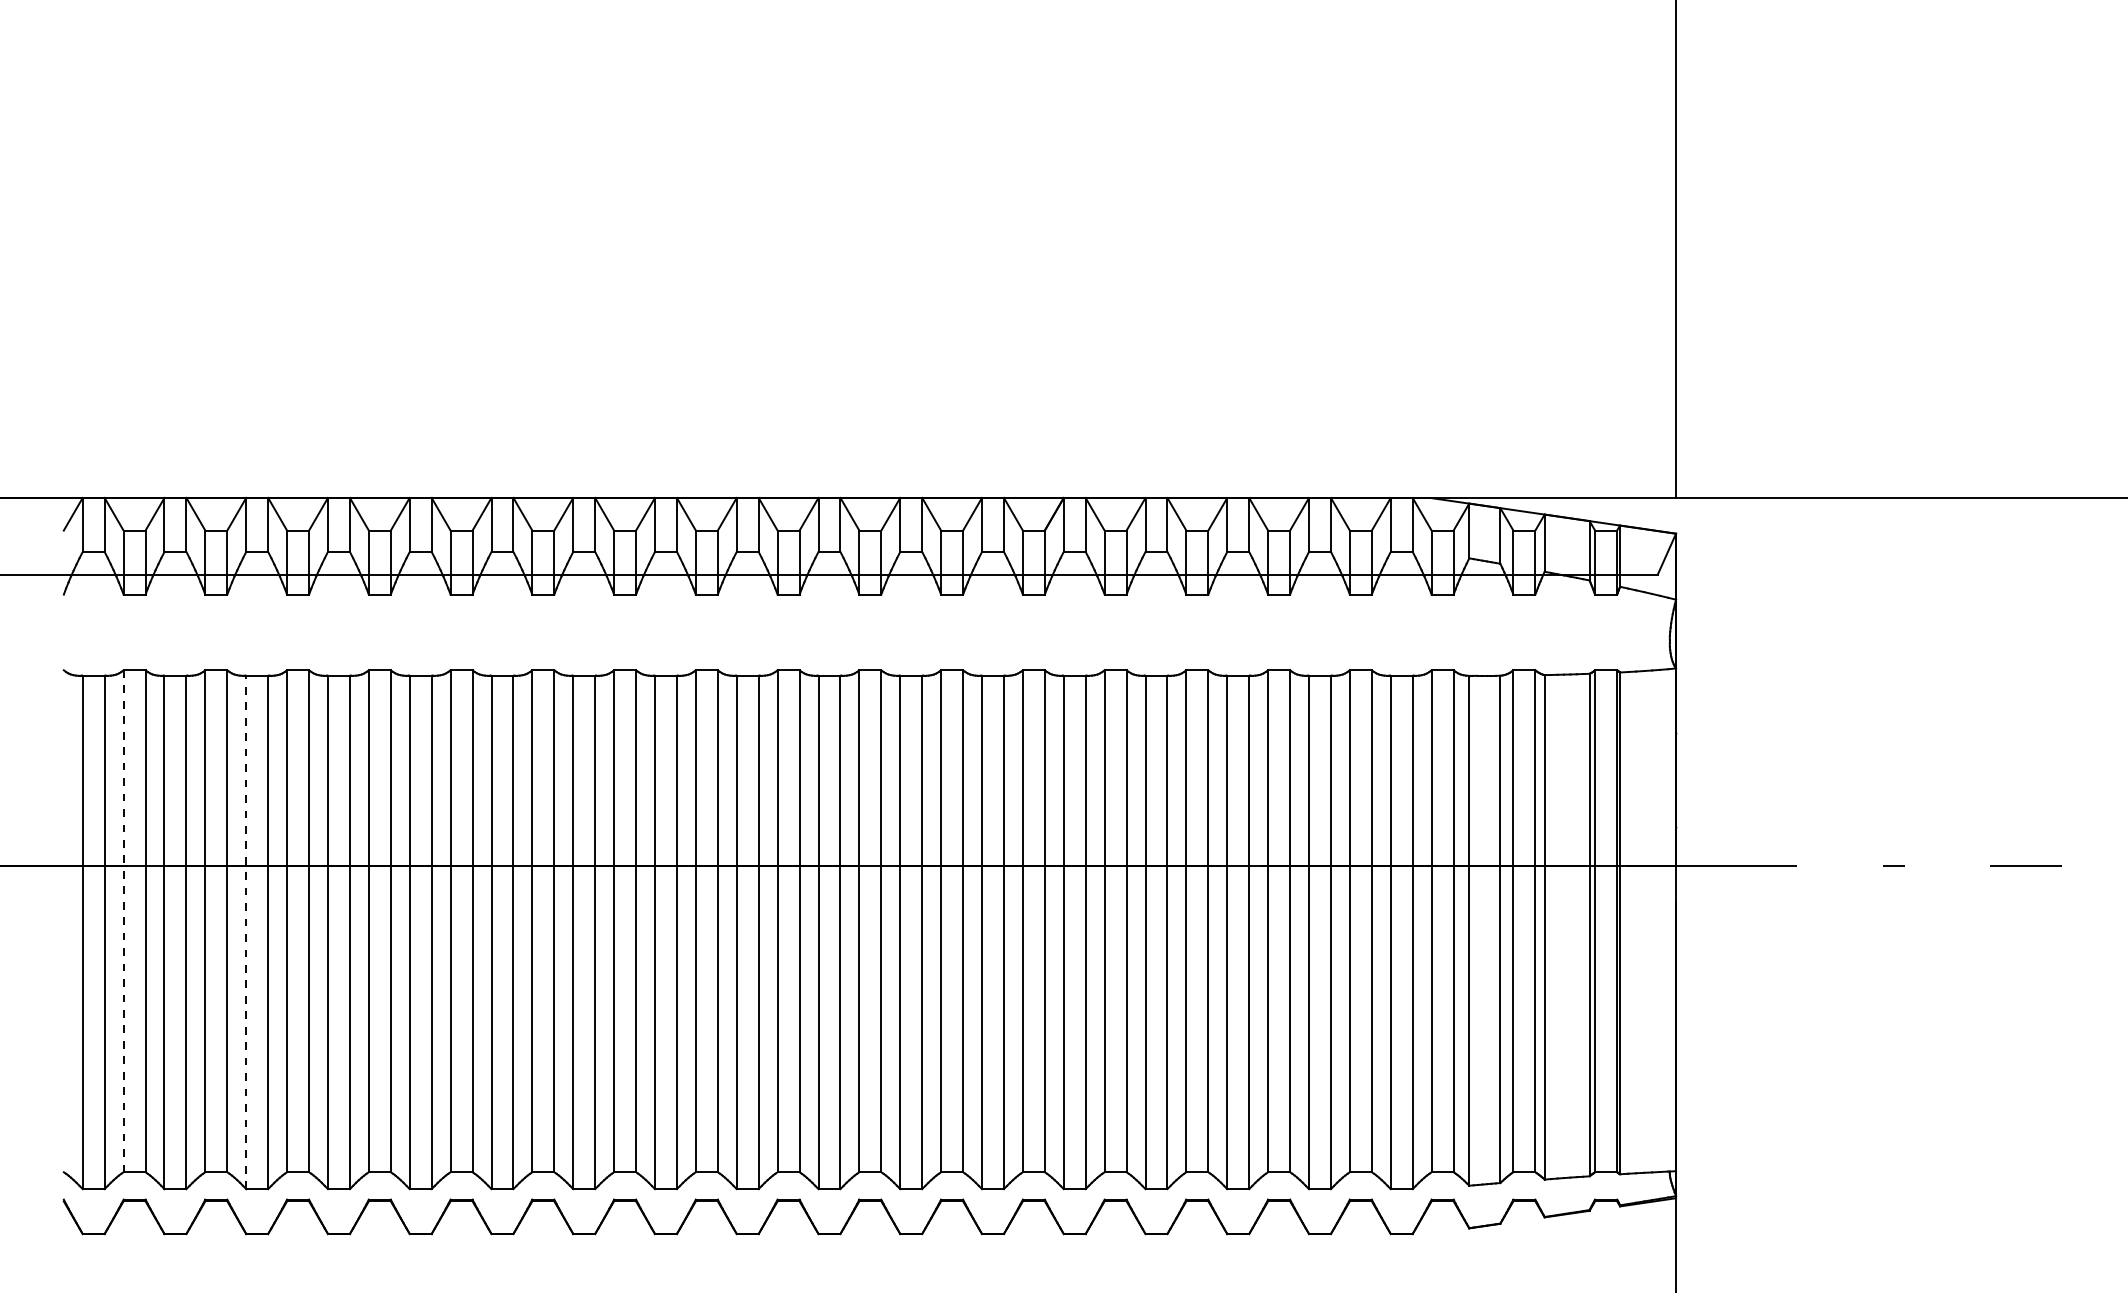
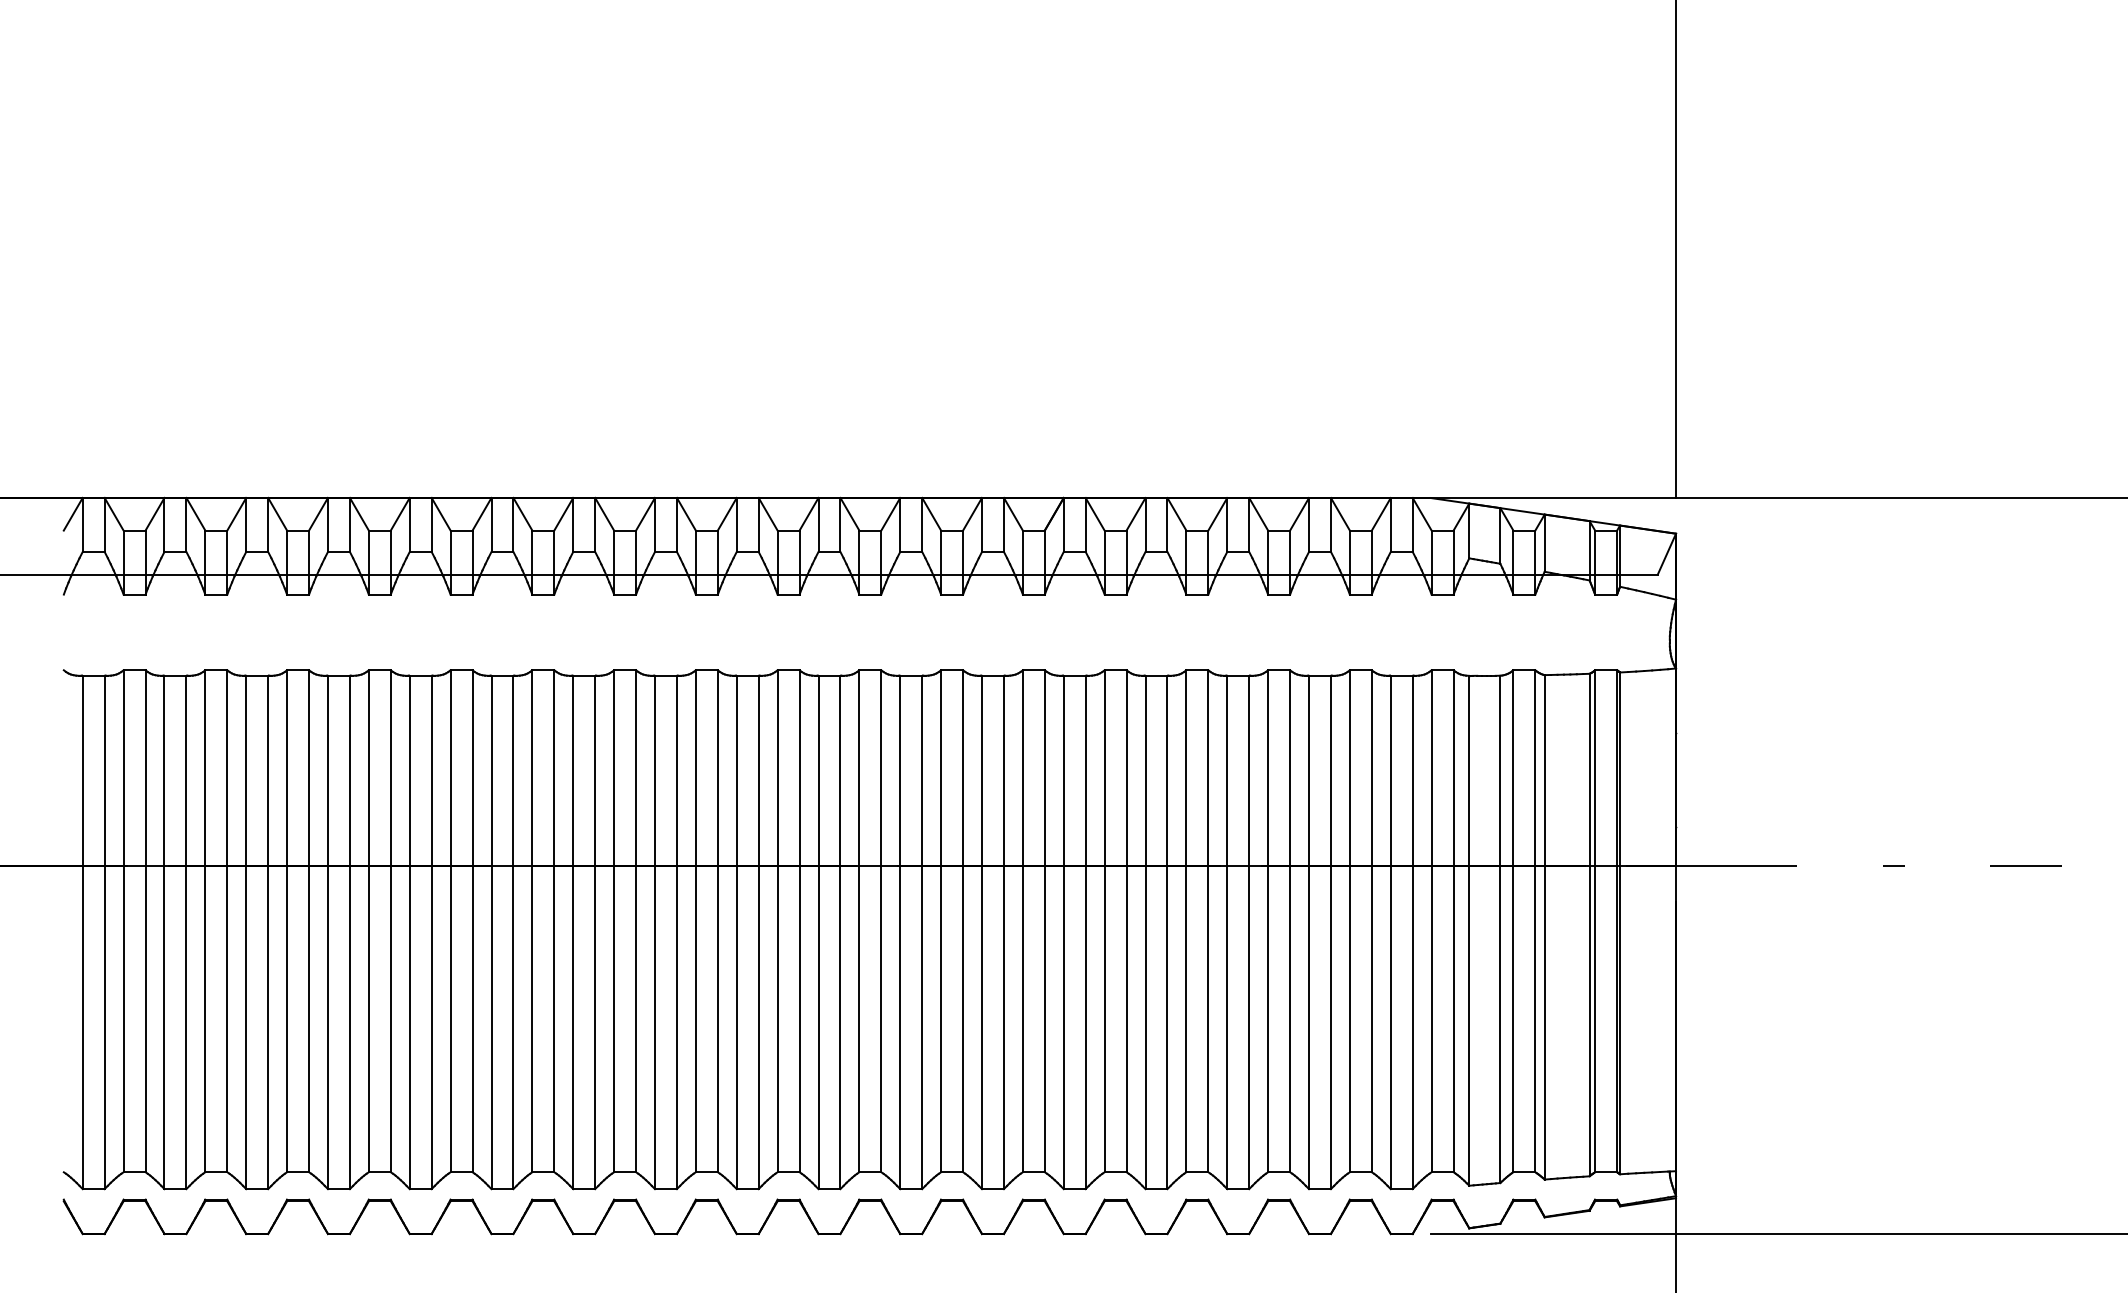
line at (123, 920): dashed -> solid
line at (246, 932): dashed -> solid
line at (1777, 1234): none -> present
